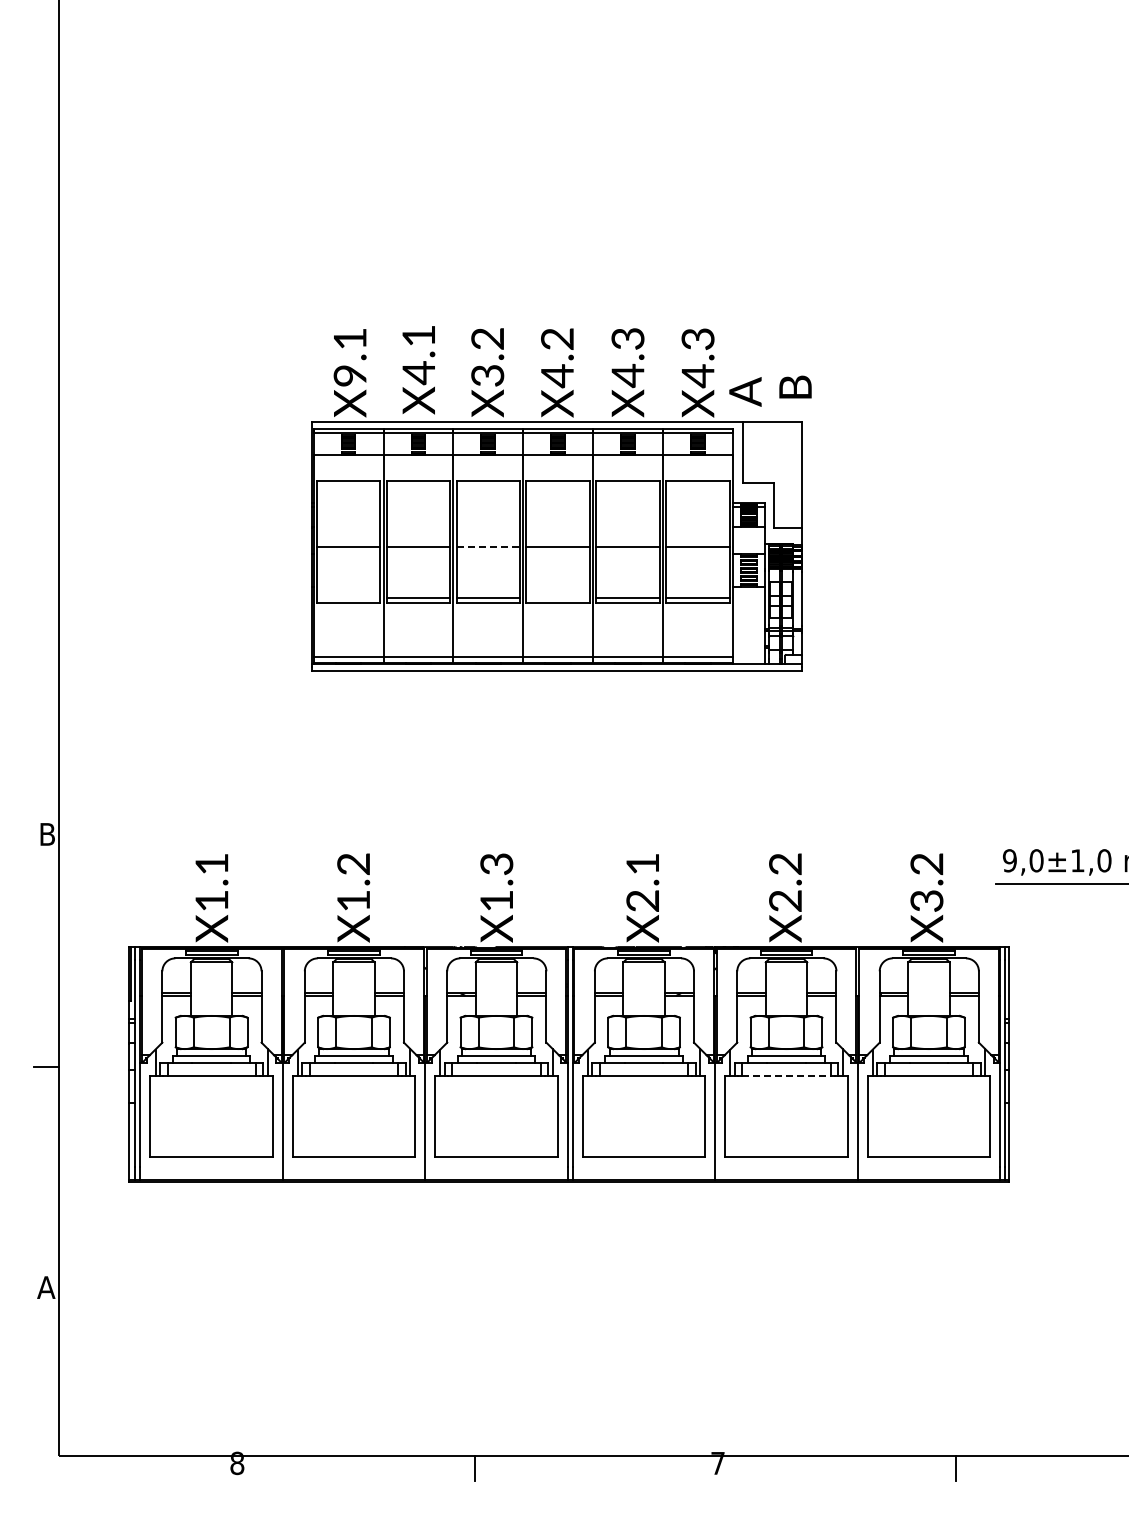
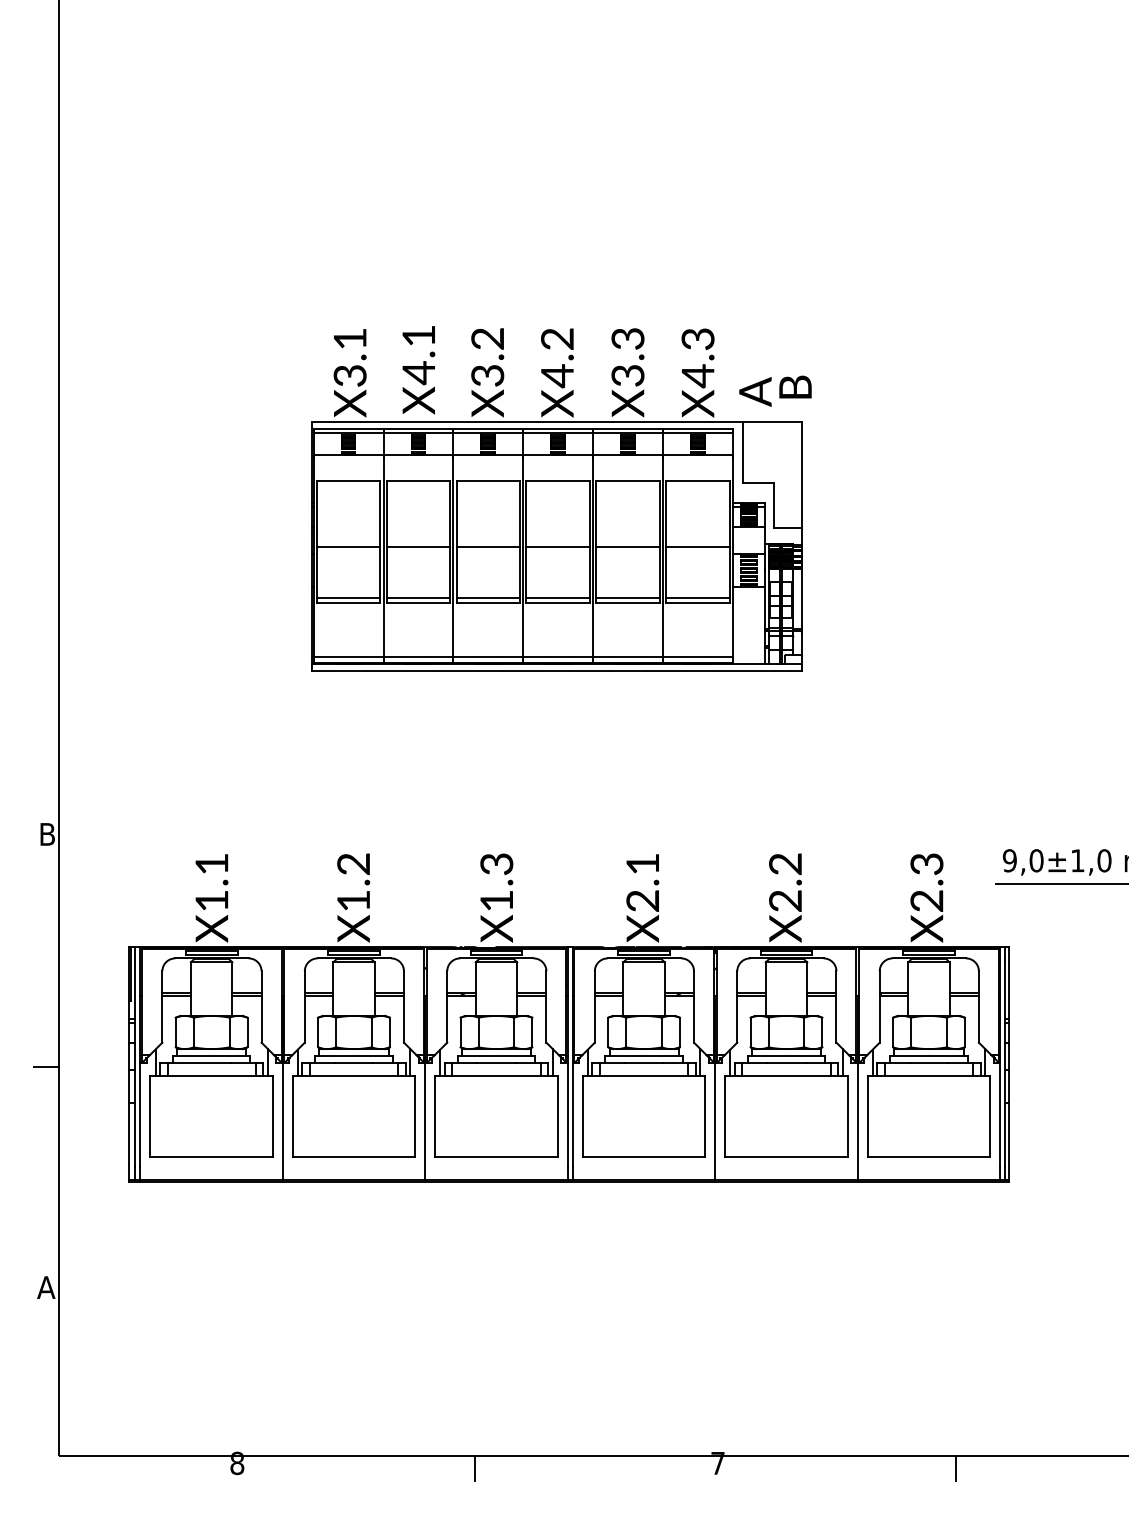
text at (350, 375): X9.1 -> X3.1
text at (627, 375): X4.3 -> X3.3
text at (745, 391) position: (745, 391) -> (755, 391)
line at (488, 546): dashed -> solid
line at (348, 597): none -> present
line at (558, 597): none -> present
text at (927, 882): X3.2 -> X2.3
line at (787, 1076): dashed -> solid
